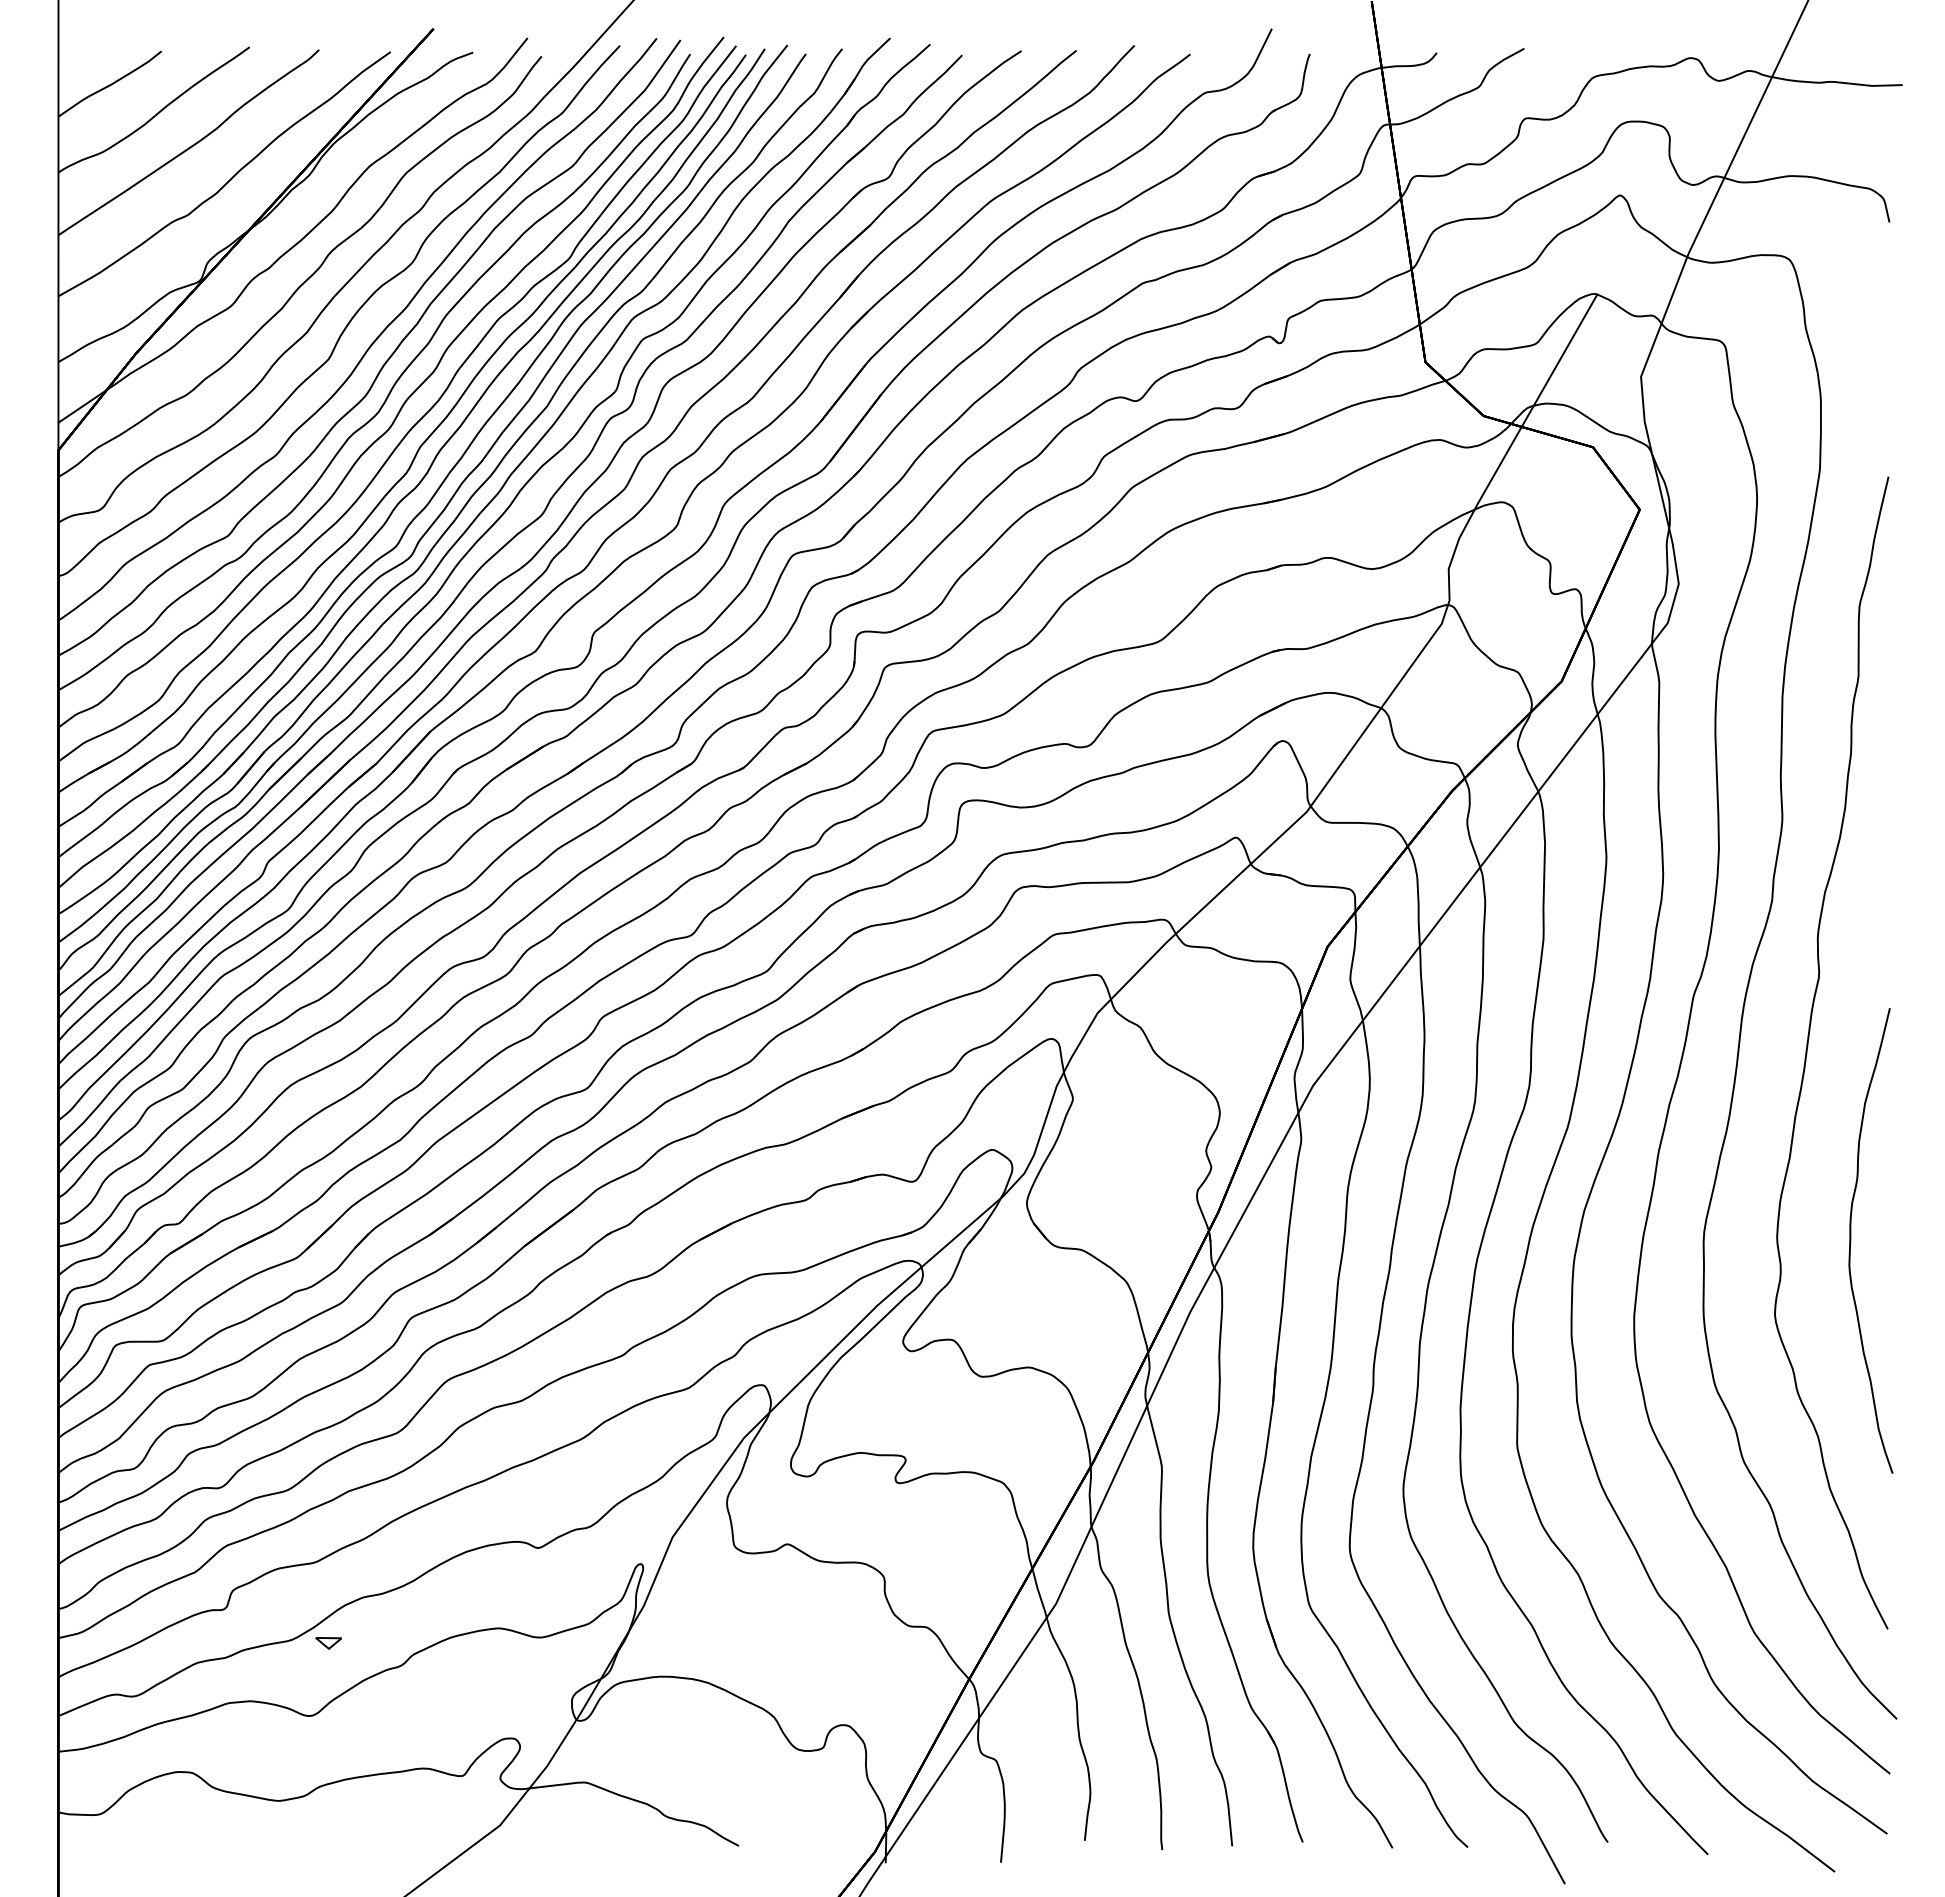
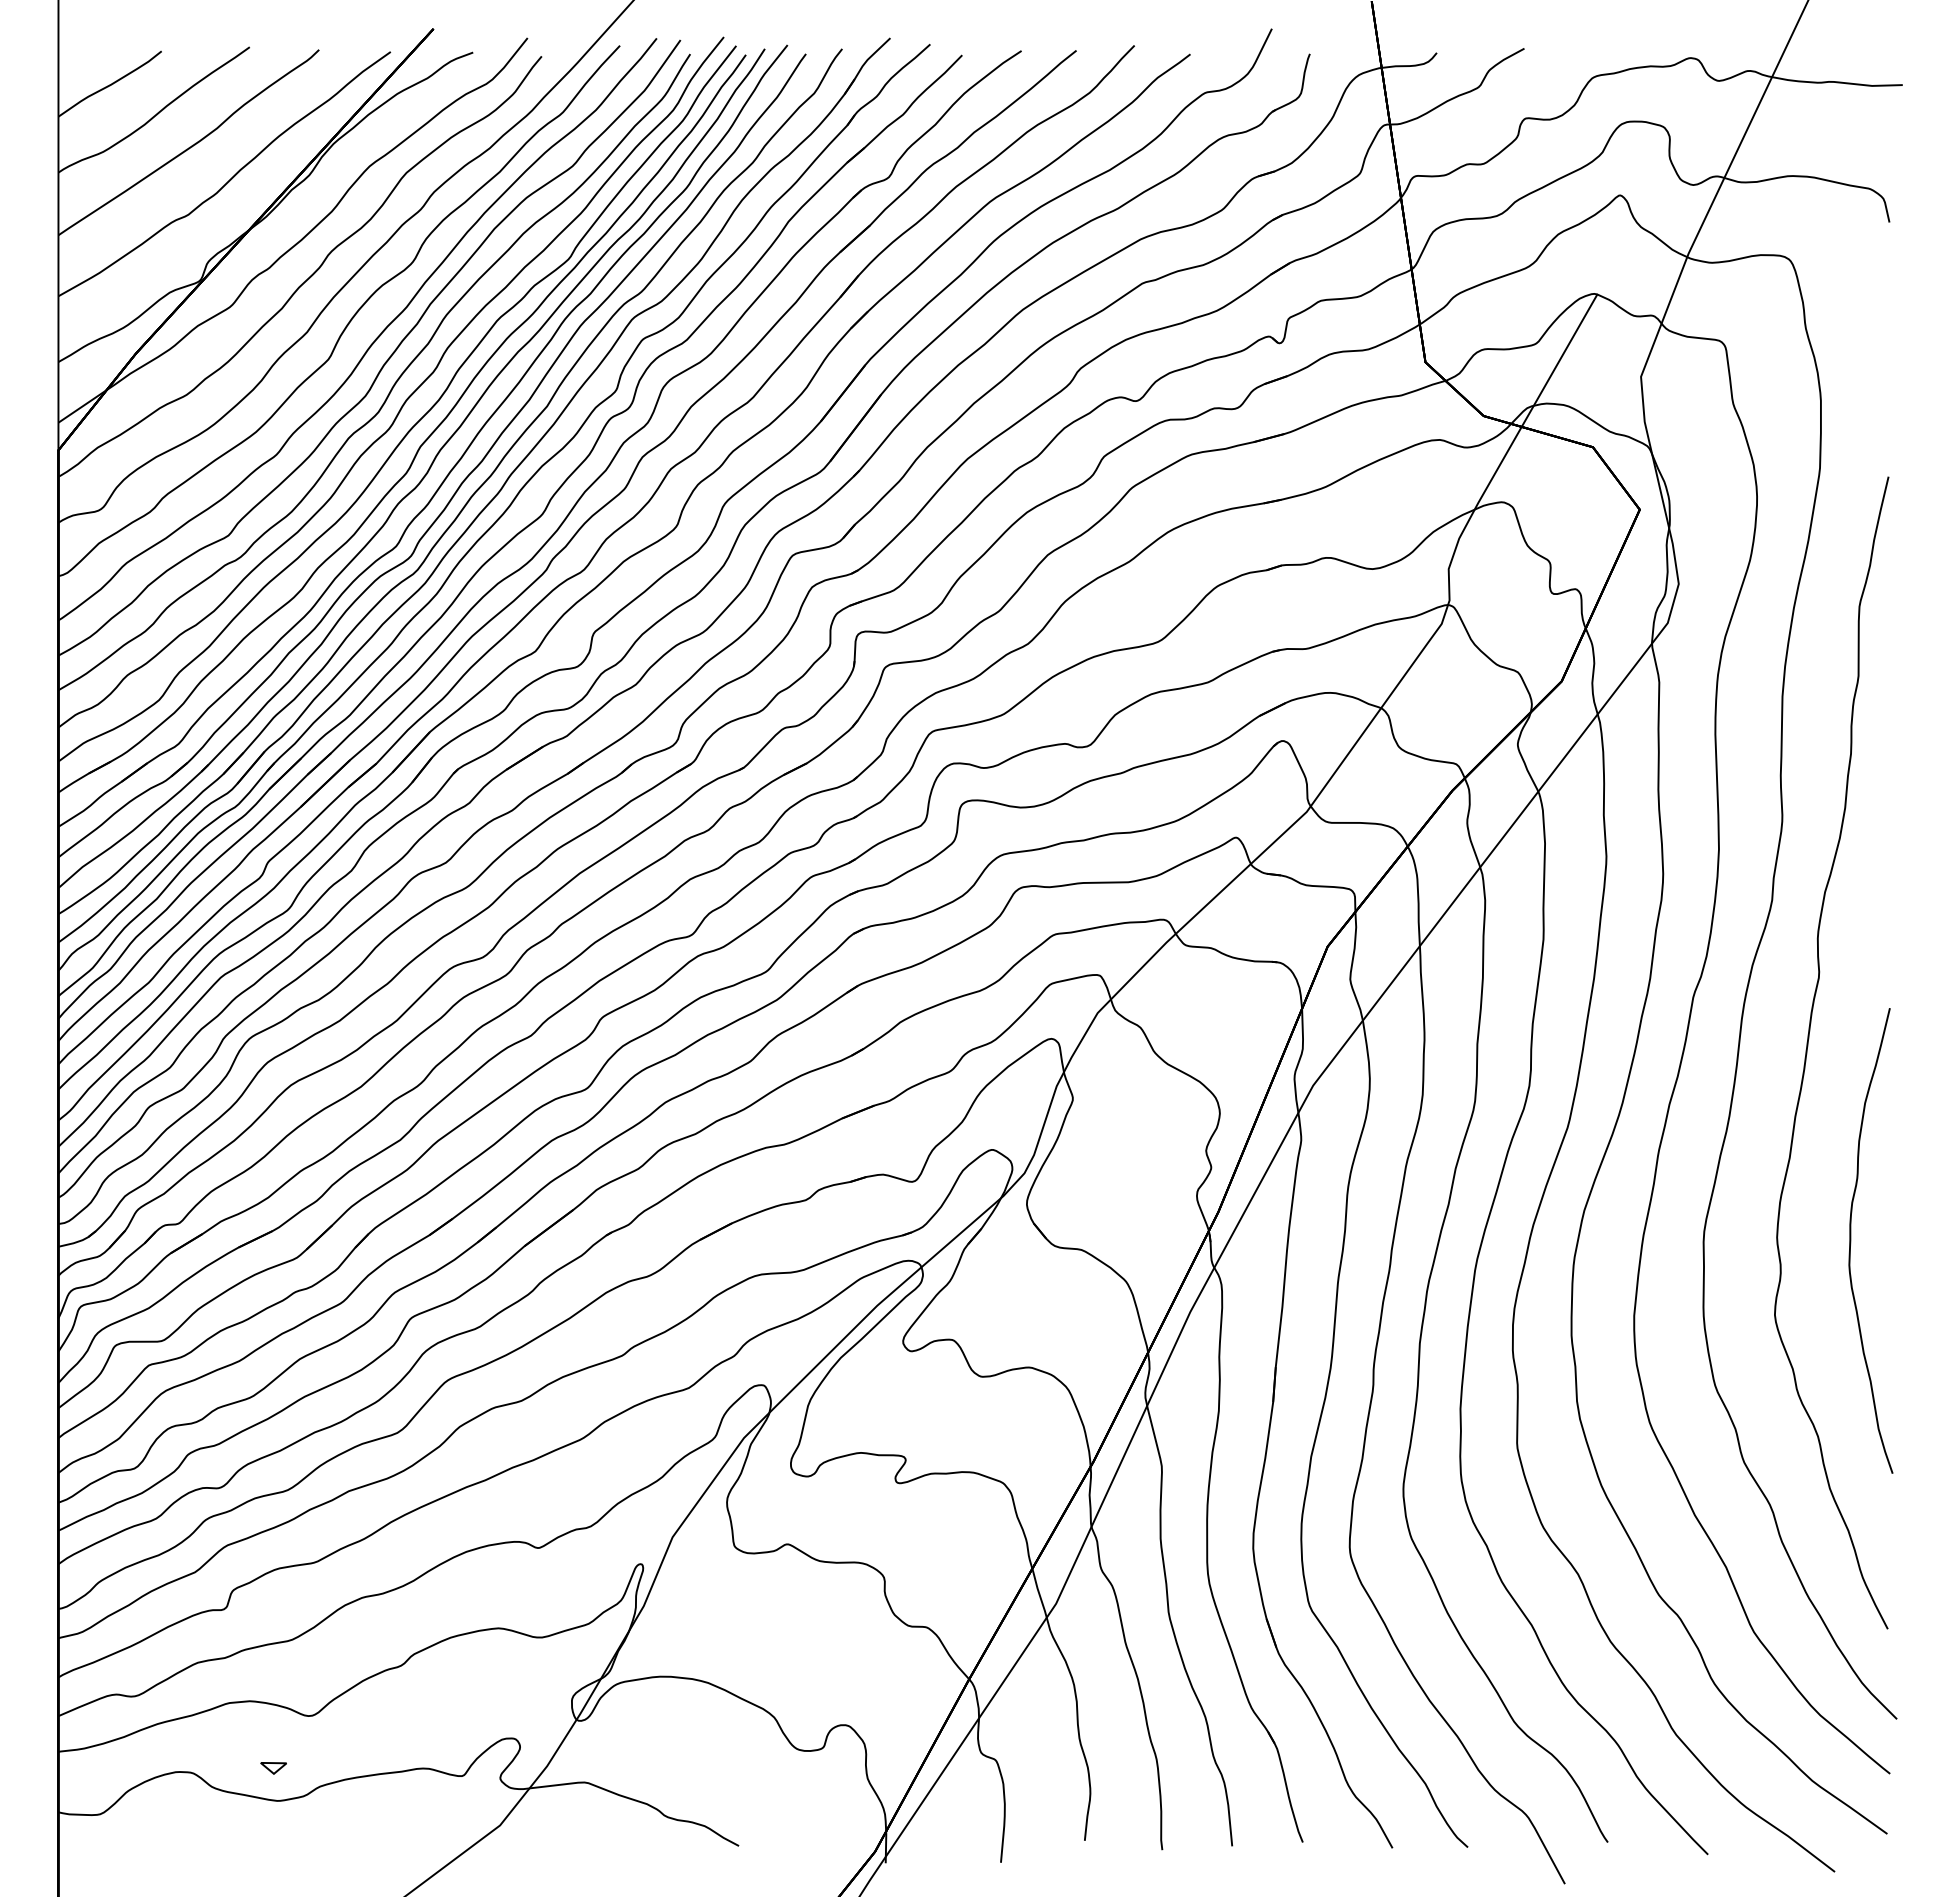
part at (328, 1643) position: (328, 1643) -> (273, 1768)
